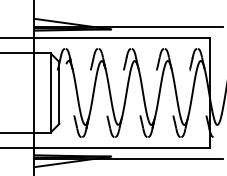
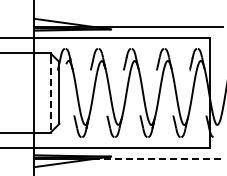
line at (50, 94): solid -> dashed
line at (158, 159): solid -> dashed
